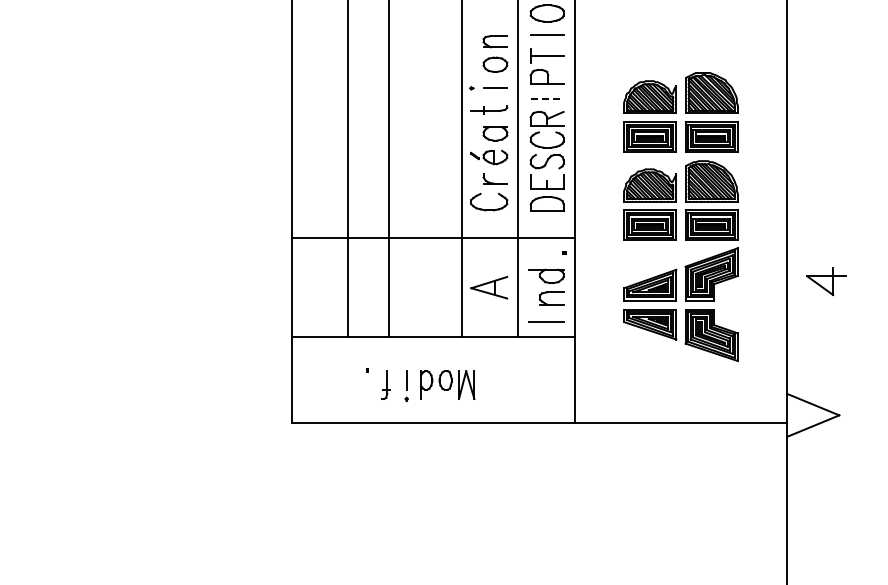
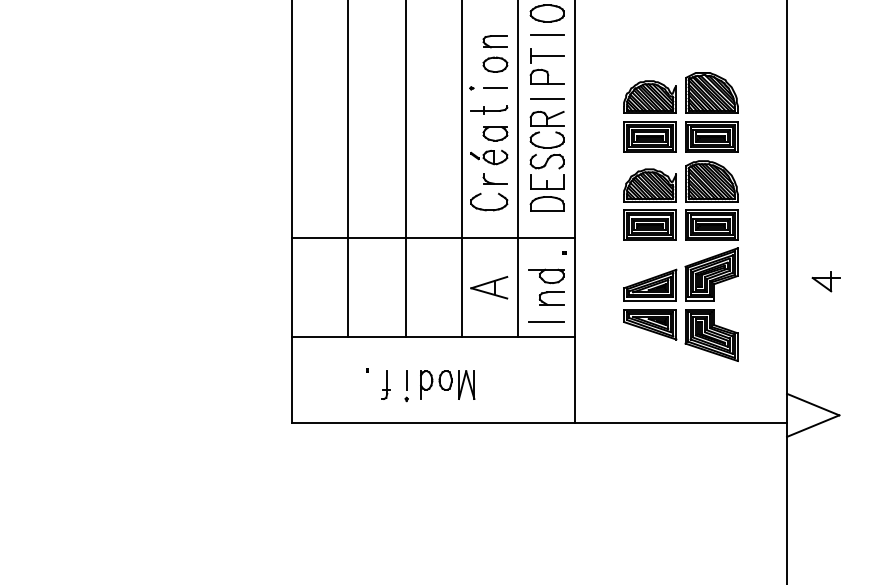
line at (547, 98): dashed -> solid
line at (388, 169) position: (388, 169) -> (405, 169)
part at (826, 281) size: 41x30 px -> 30x22 px
